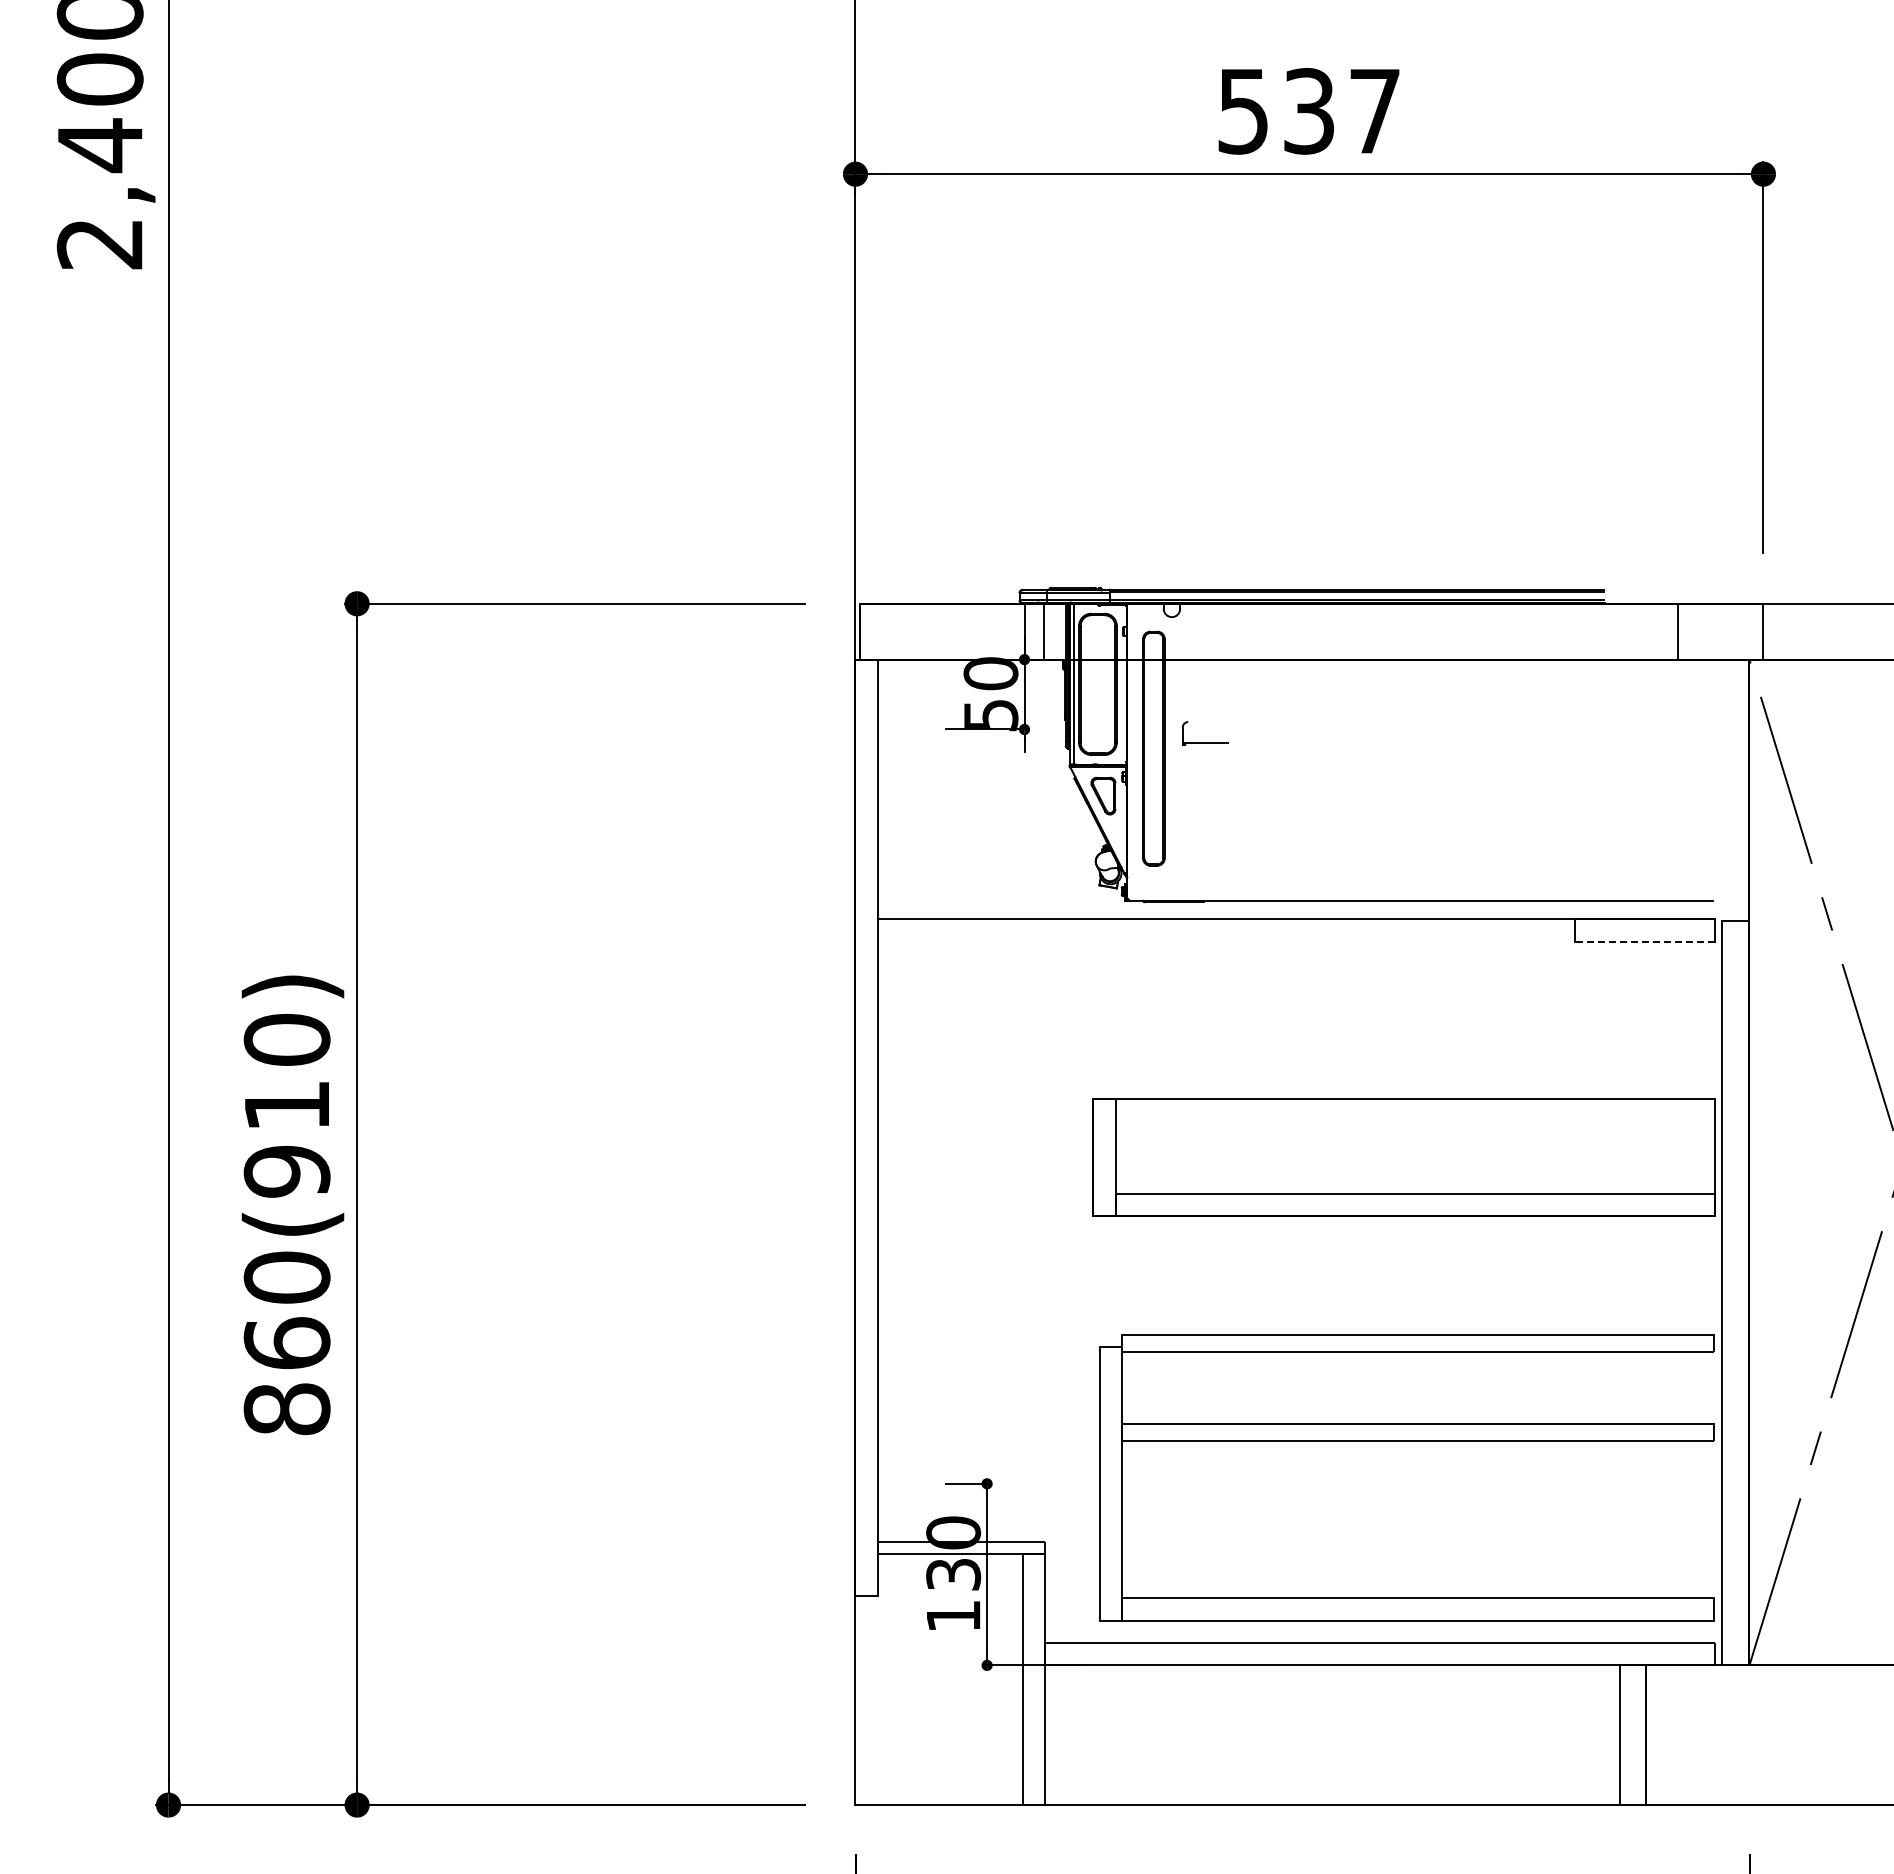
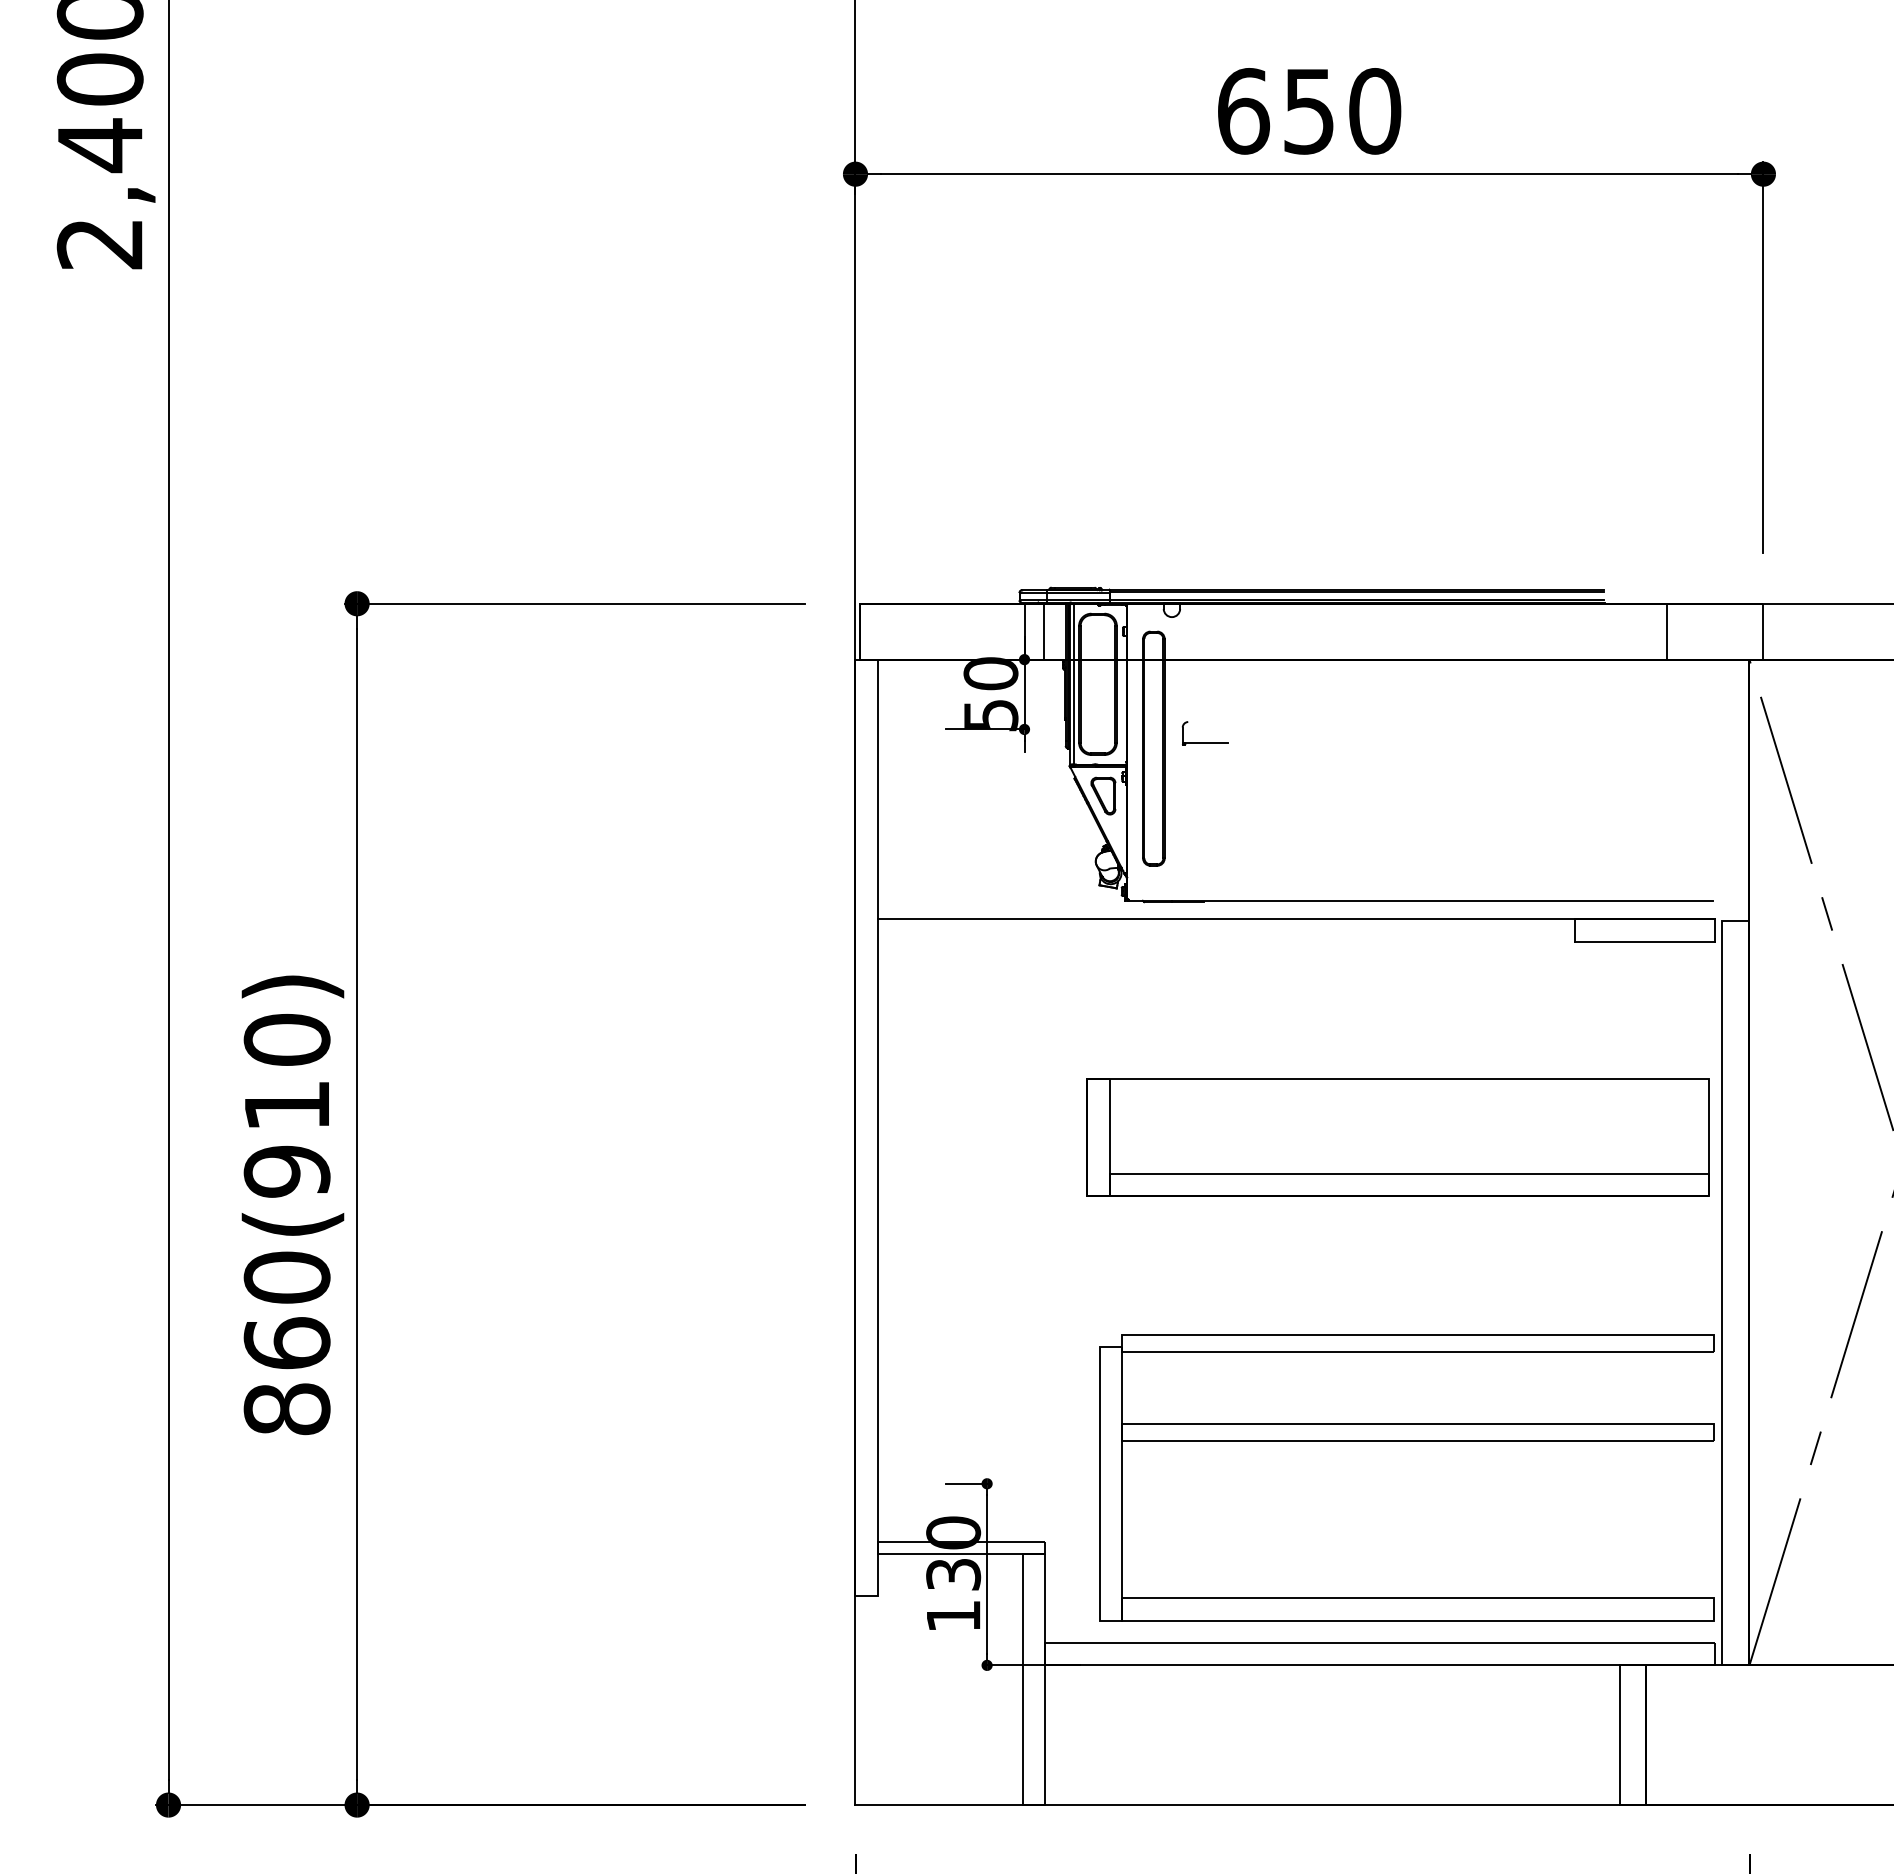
text at (1309, 111): 537 -> 650
line at (1678, 631) position: (1678, 631) -> (1667, 631)
line at (1644, 941): dashed -> solid
part at (1403, 1157) position: (1403, 1157) -> (1397, 1137)
